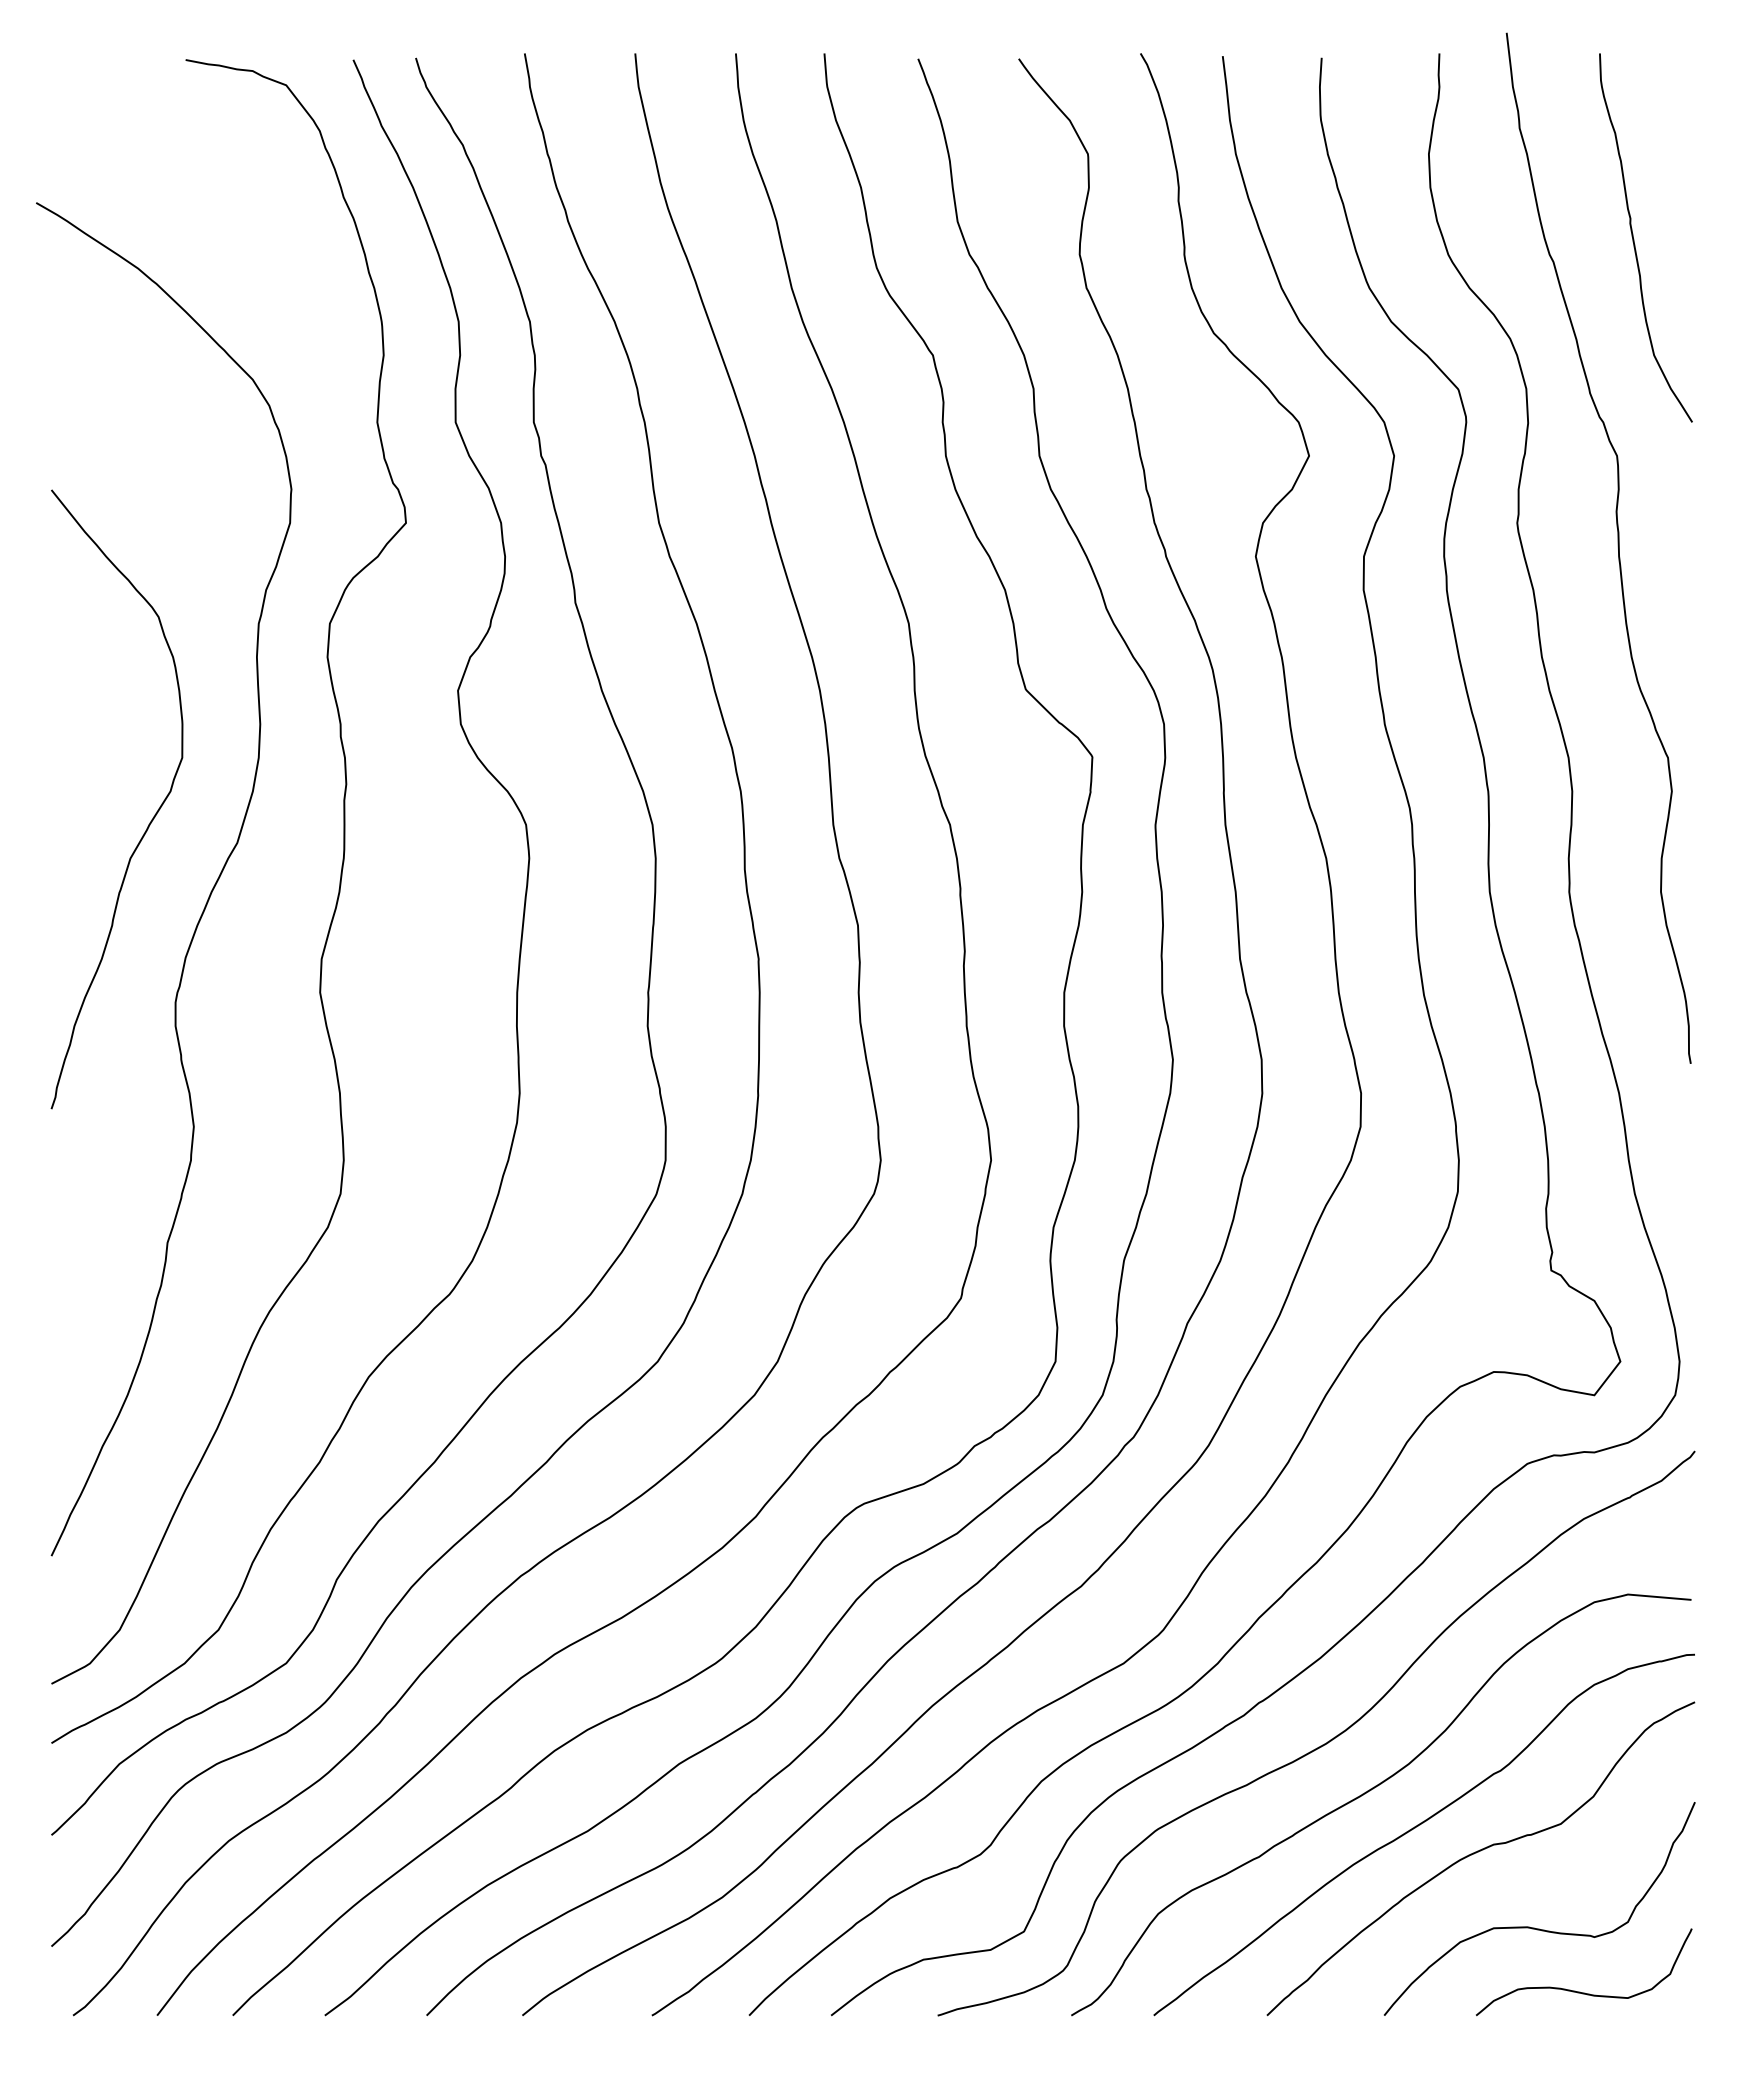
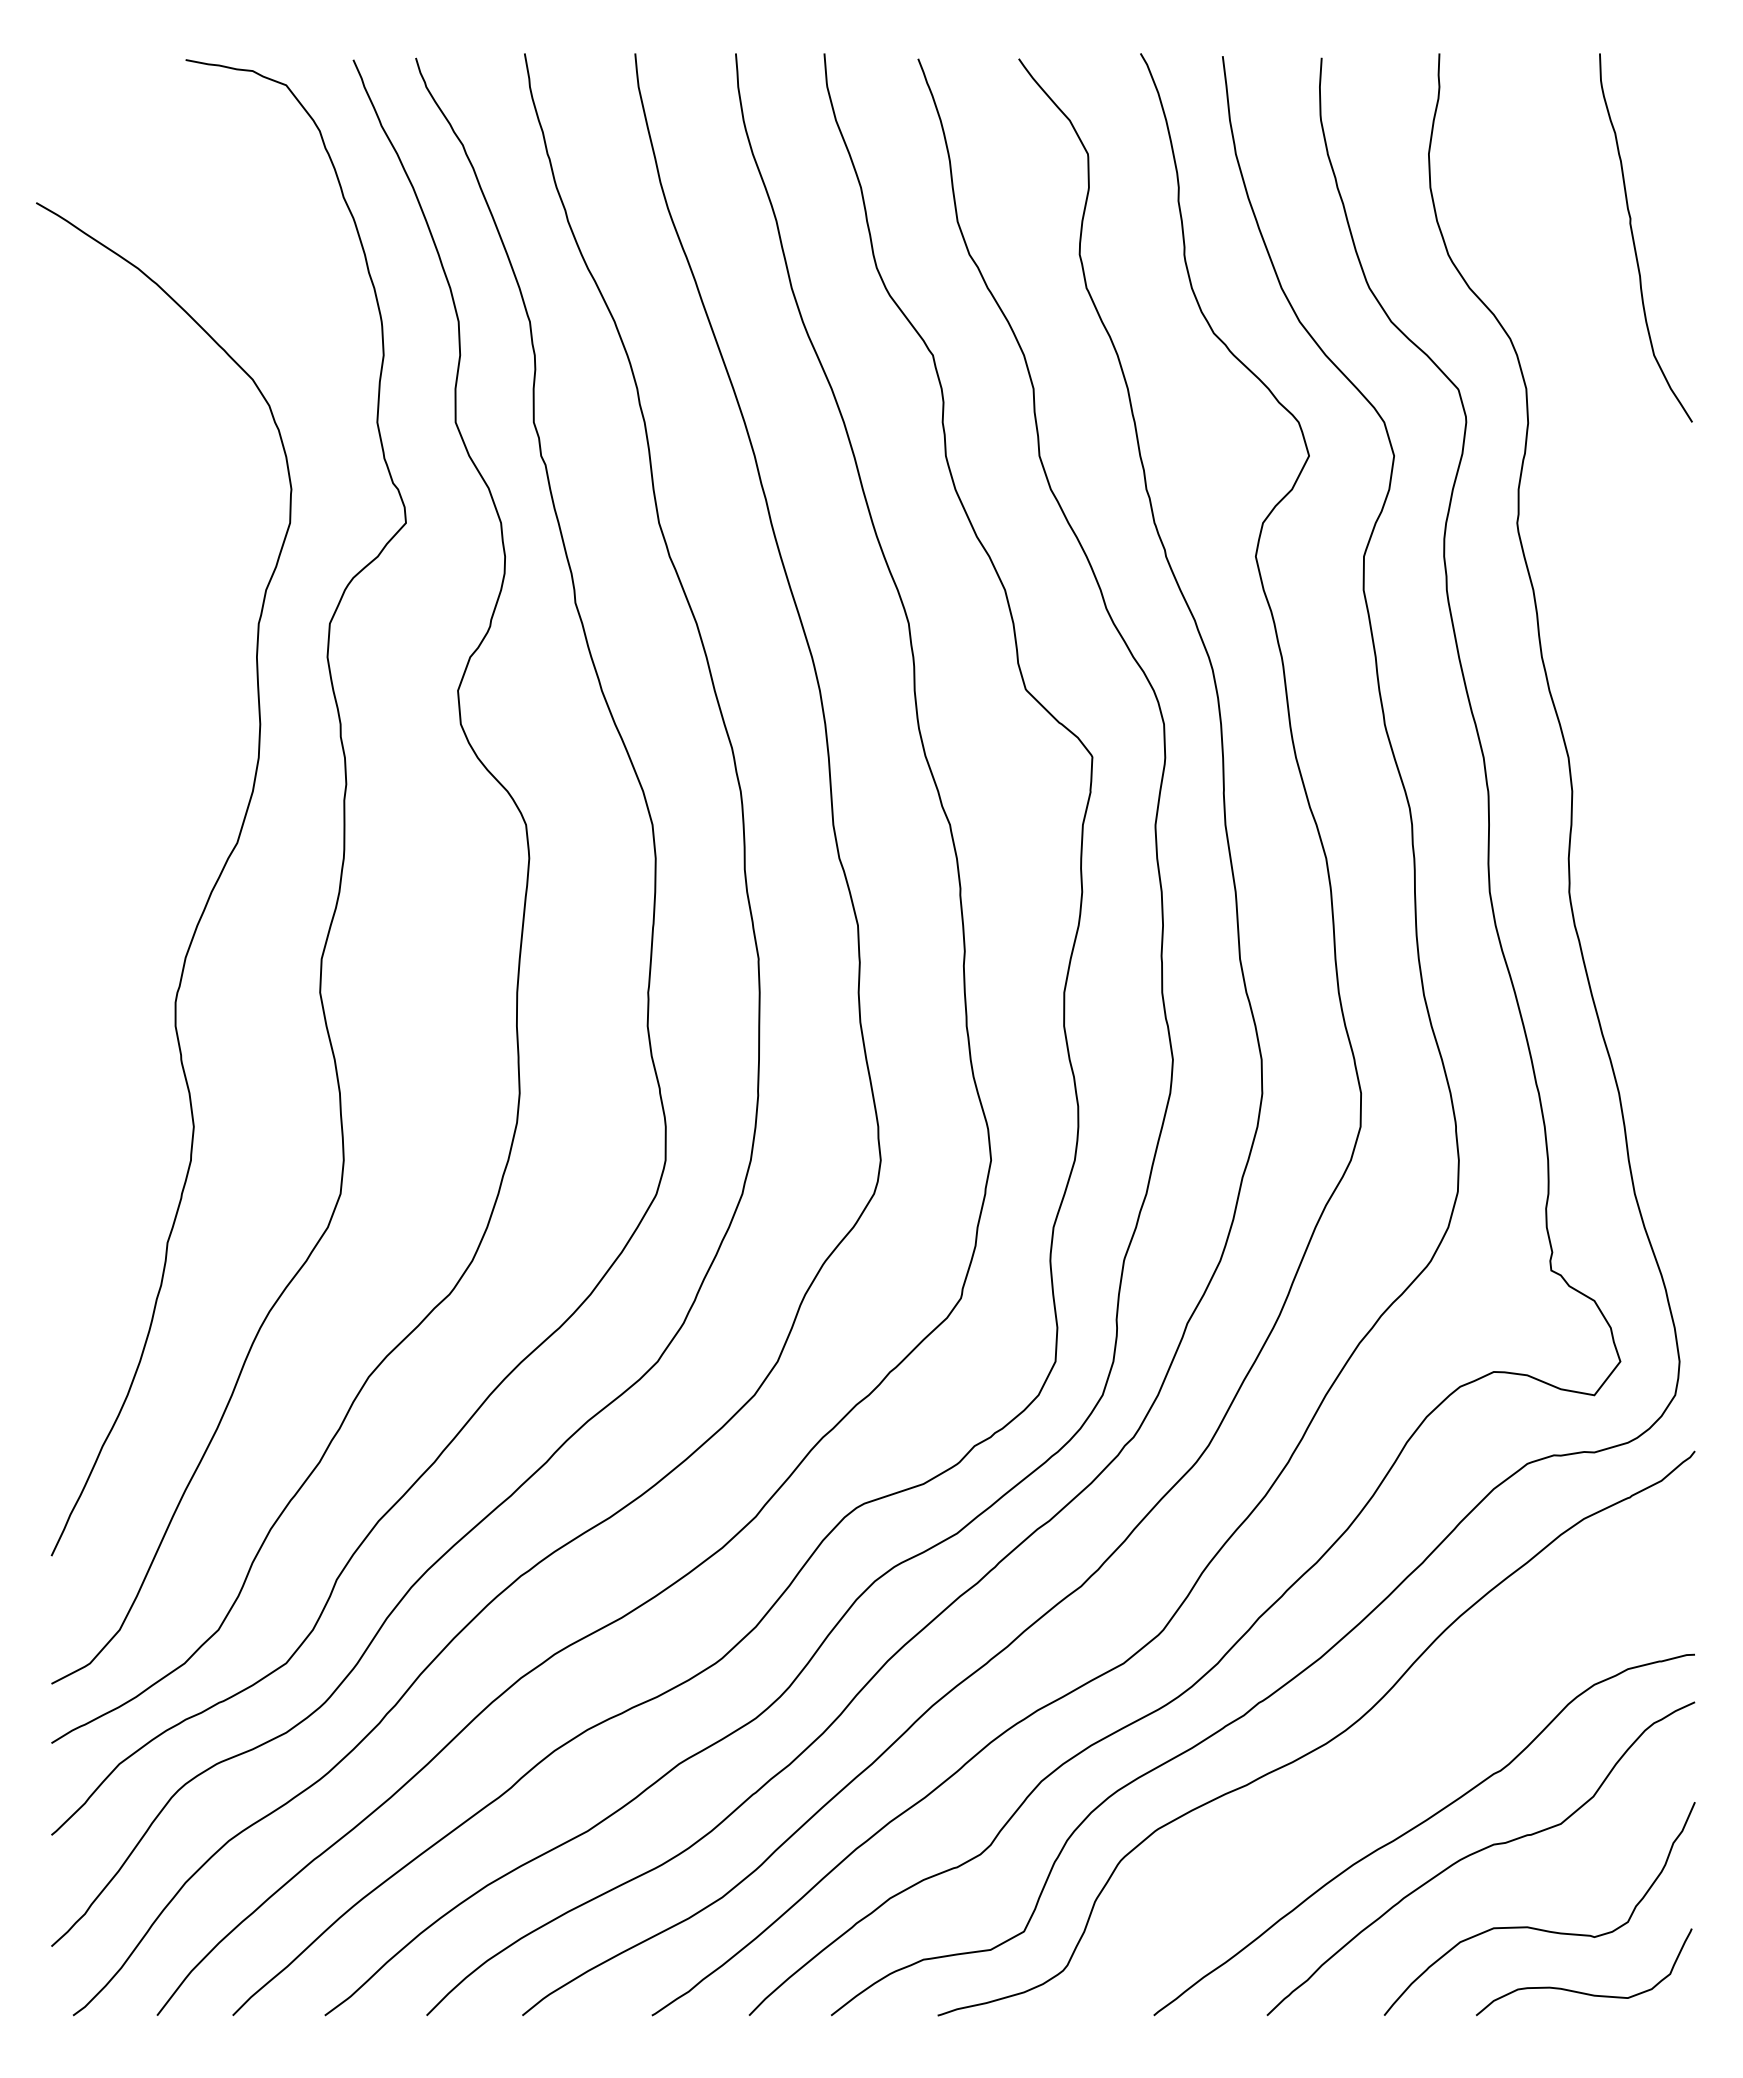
curve at (1617, 547): present -> none
curve at (149, 822): present -> none
curve at (1373, 1789): present -> none
